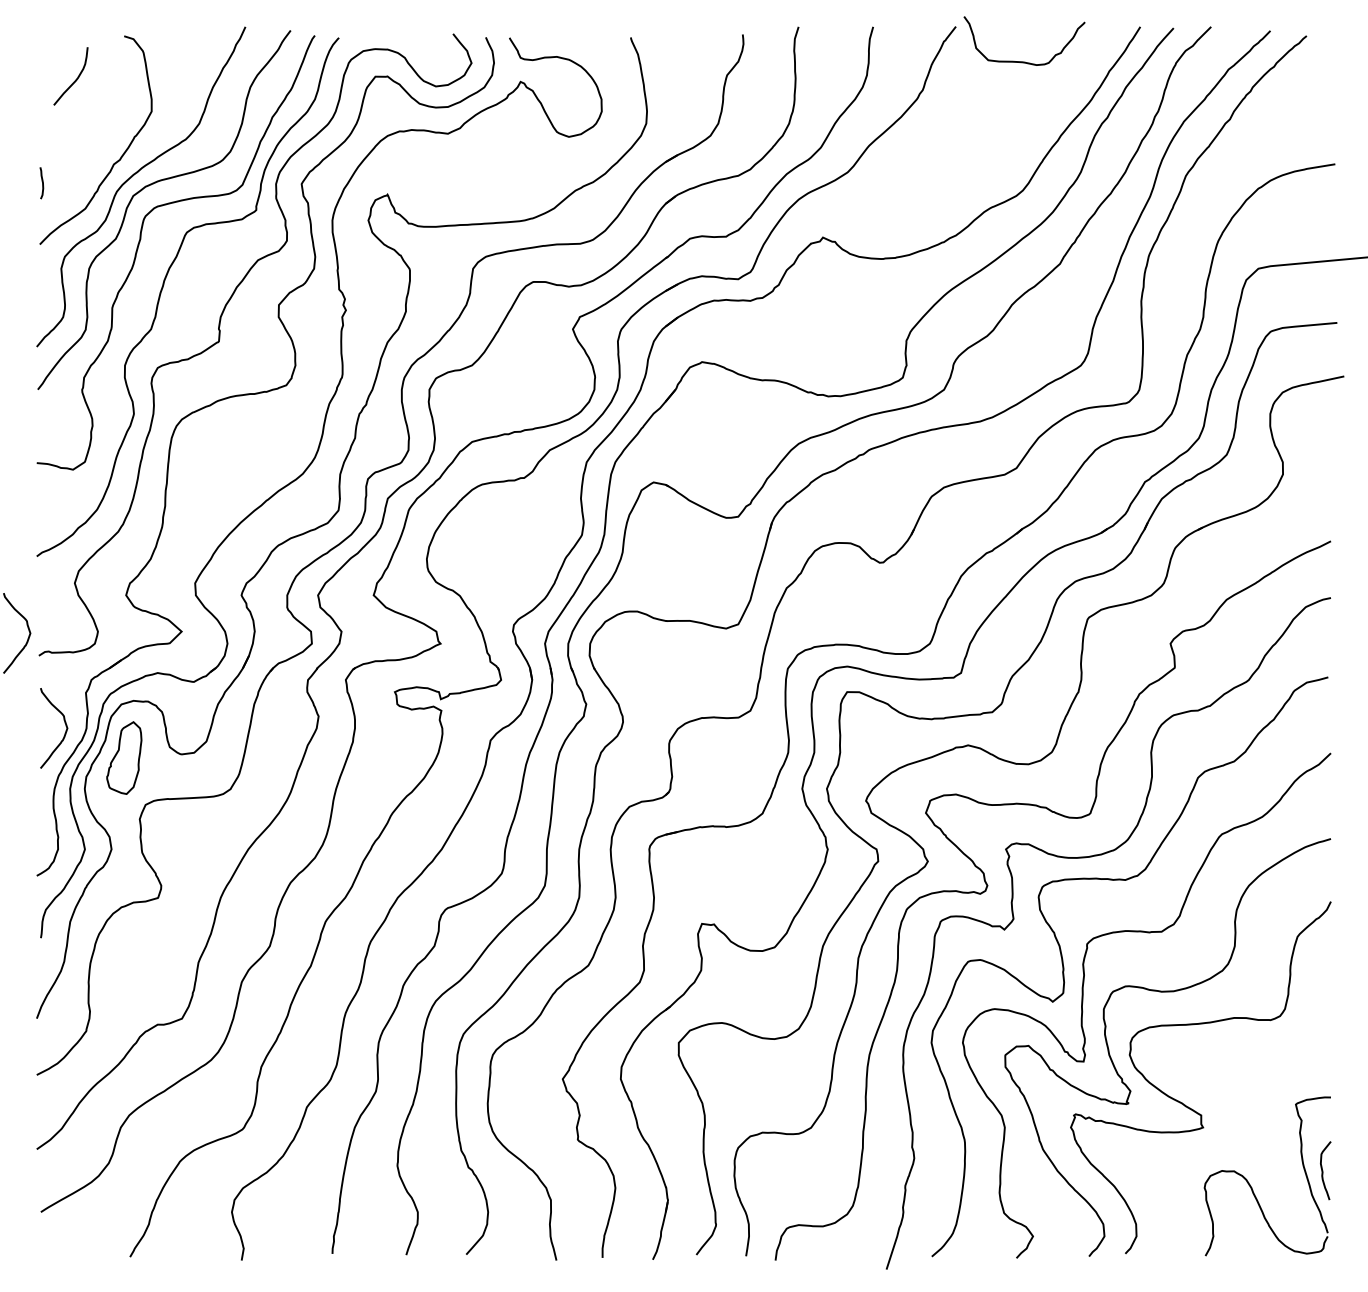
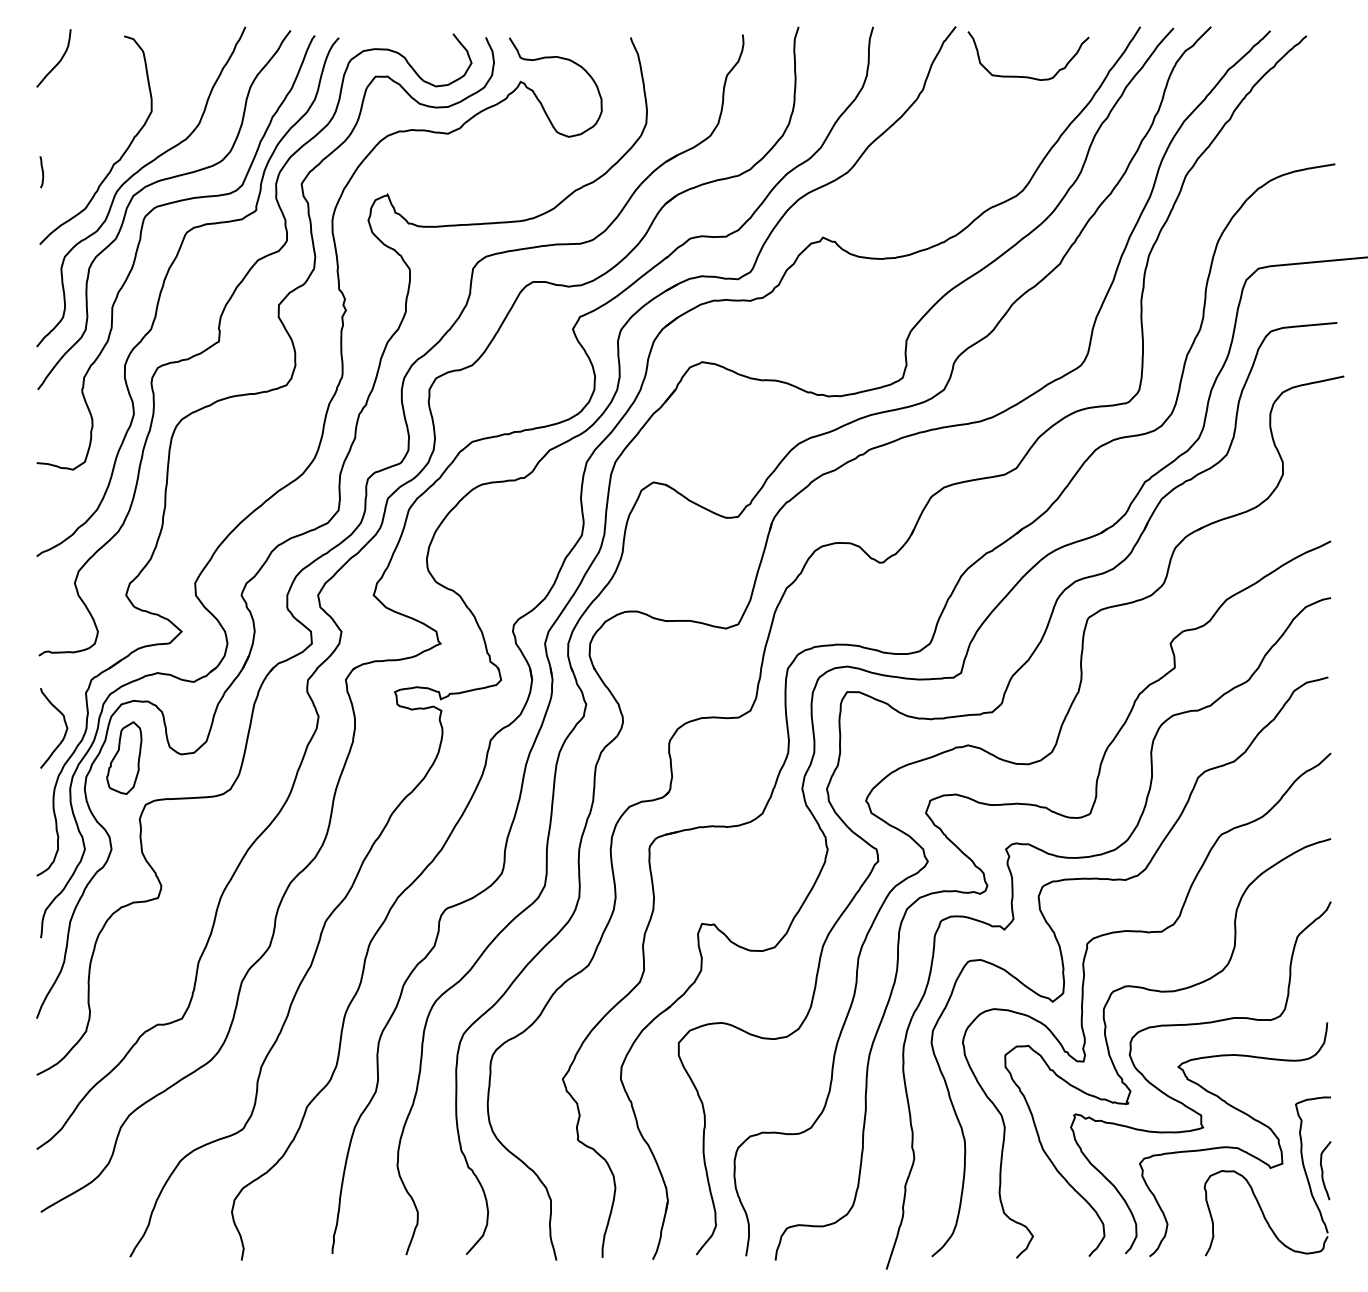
curve at (1024, 61) position: (1024, 61) -> (1028, 76)
curve at (74, 80) position: (74, 80) -> (57, 62)
curve at (42, 183) position: (42, 183) -> (42, 172)
curve at (27, 628): present -> none
curve at (1232, 1146): none -> present
